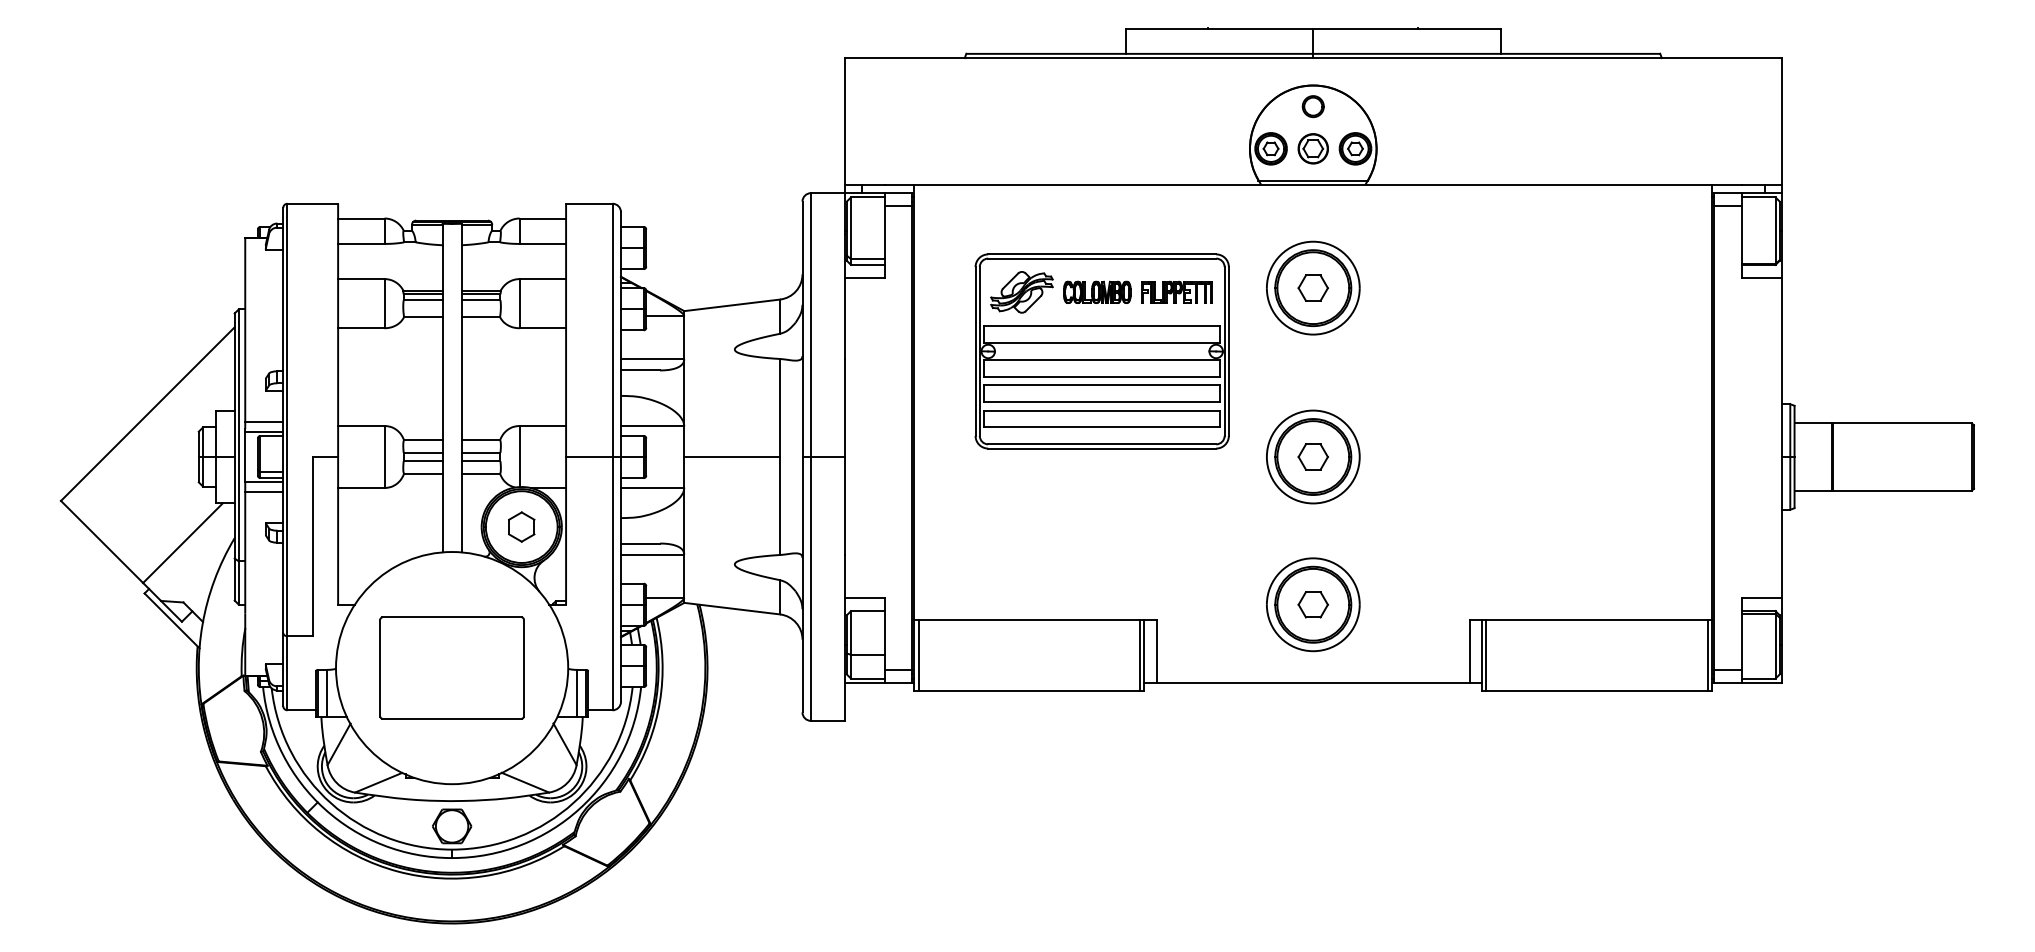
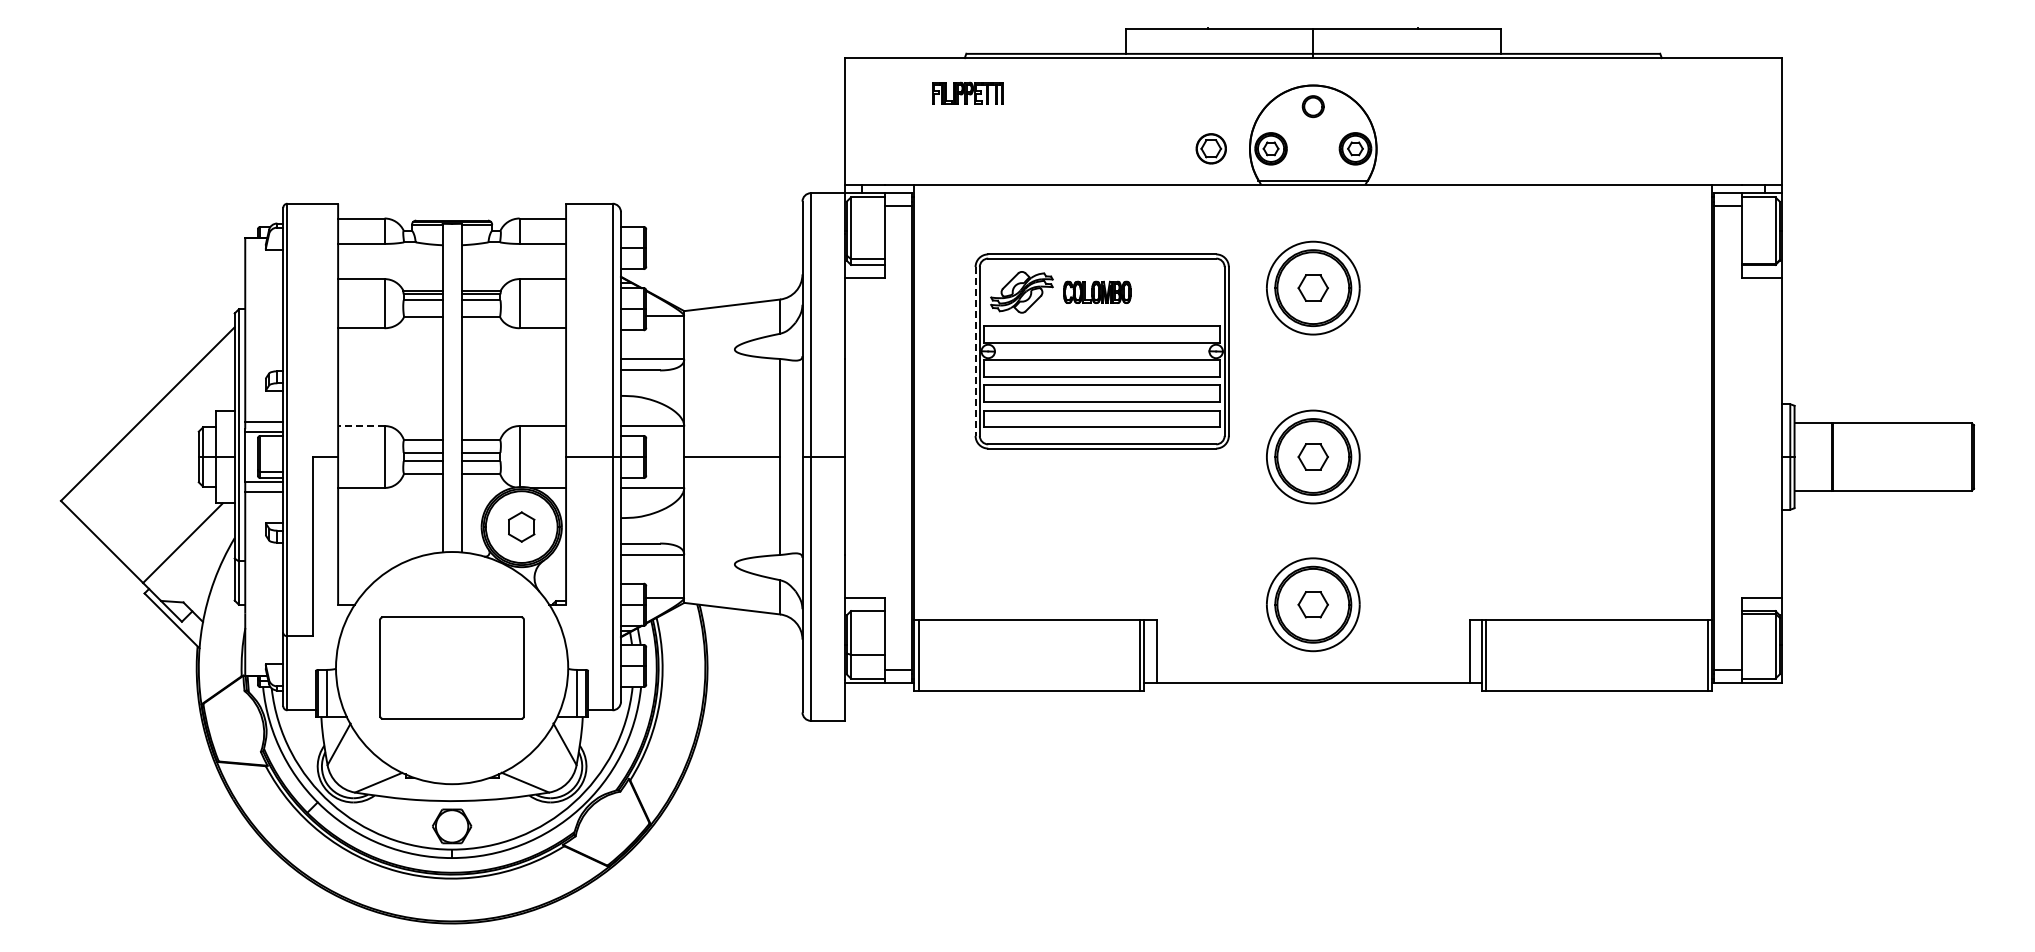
part at (1312, 148) position: (1312, 148) -> (1210, 148)
part at (1176, 291) position: (1176, 291) -> (967, 92)
line at (975, 351): solid -> dashed
line at (360, 425): solid -> dashed
